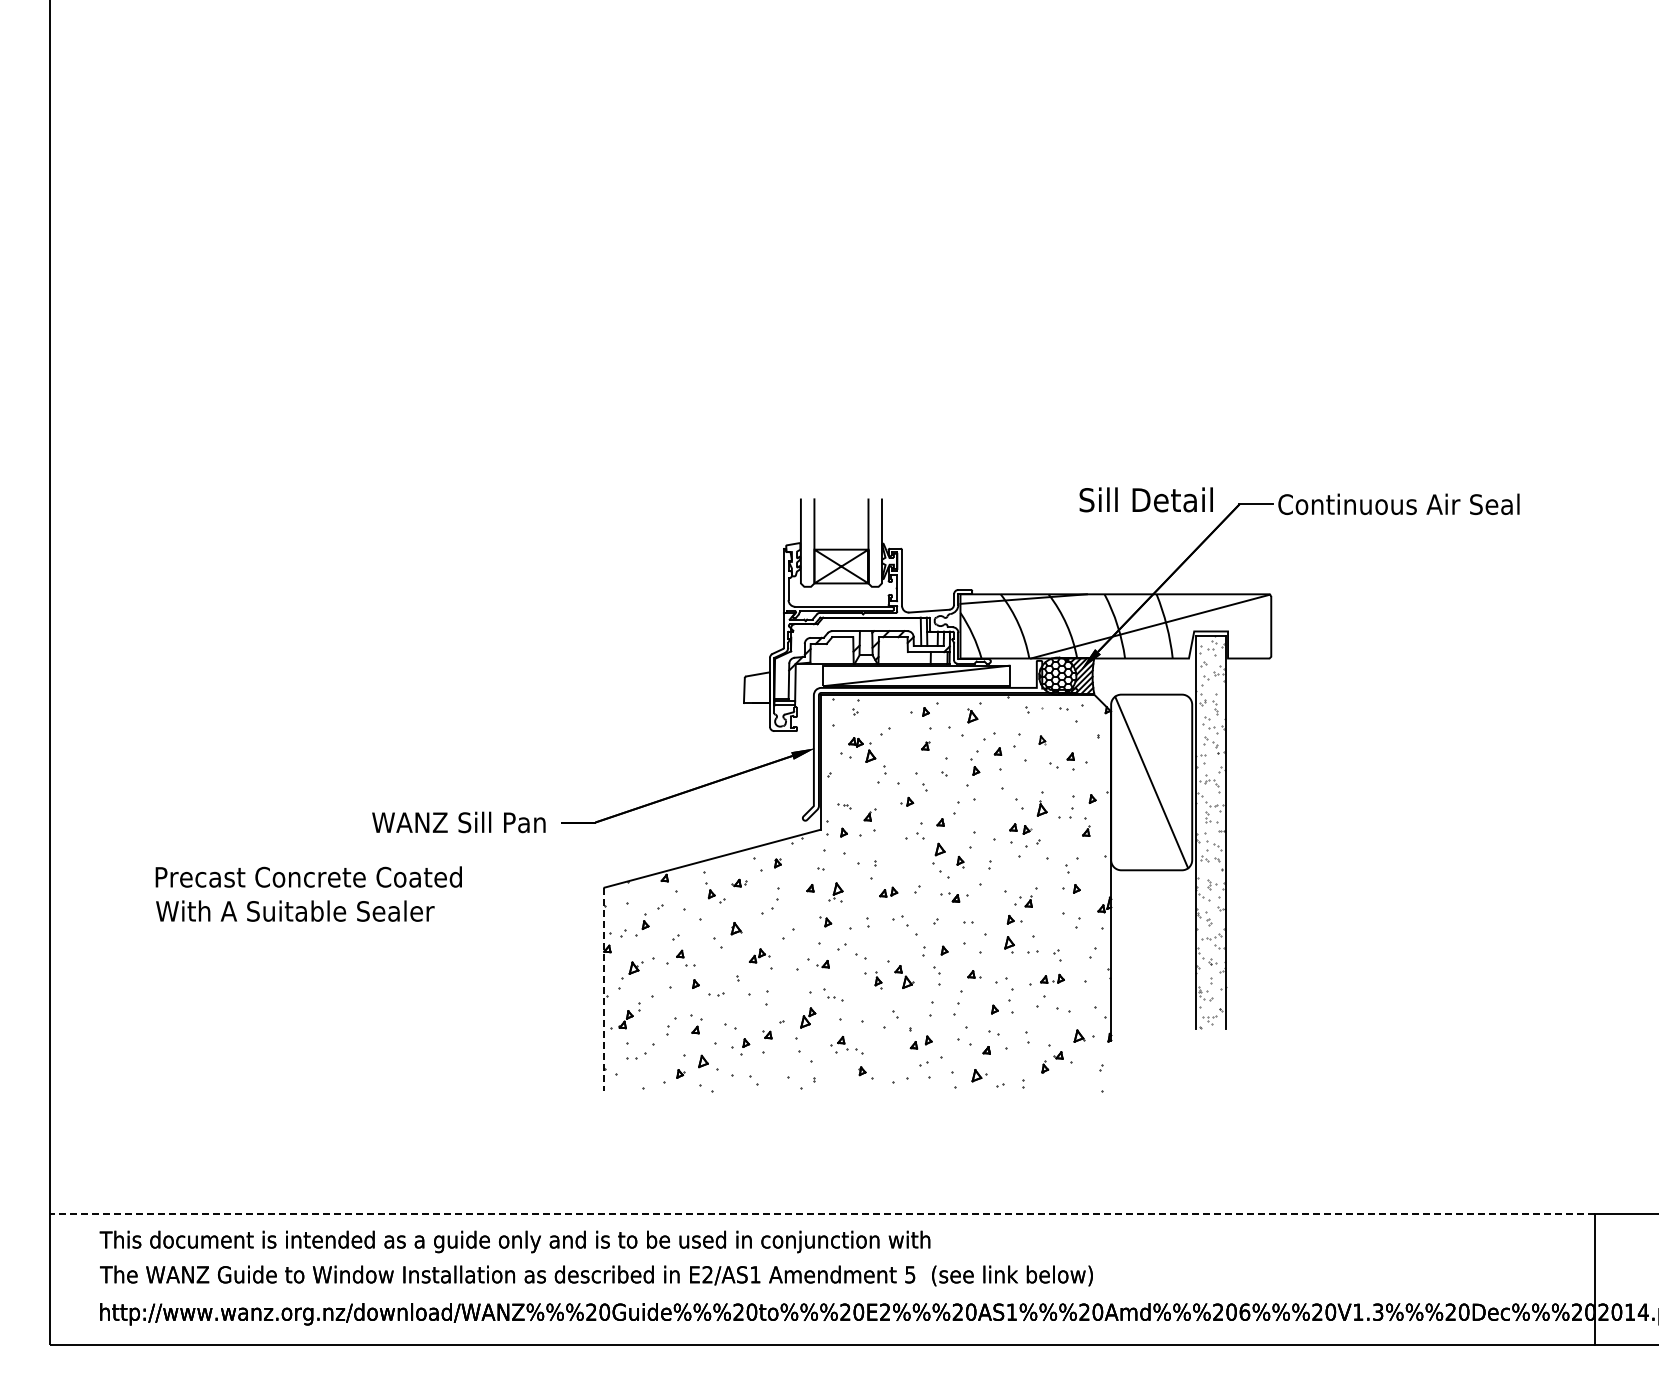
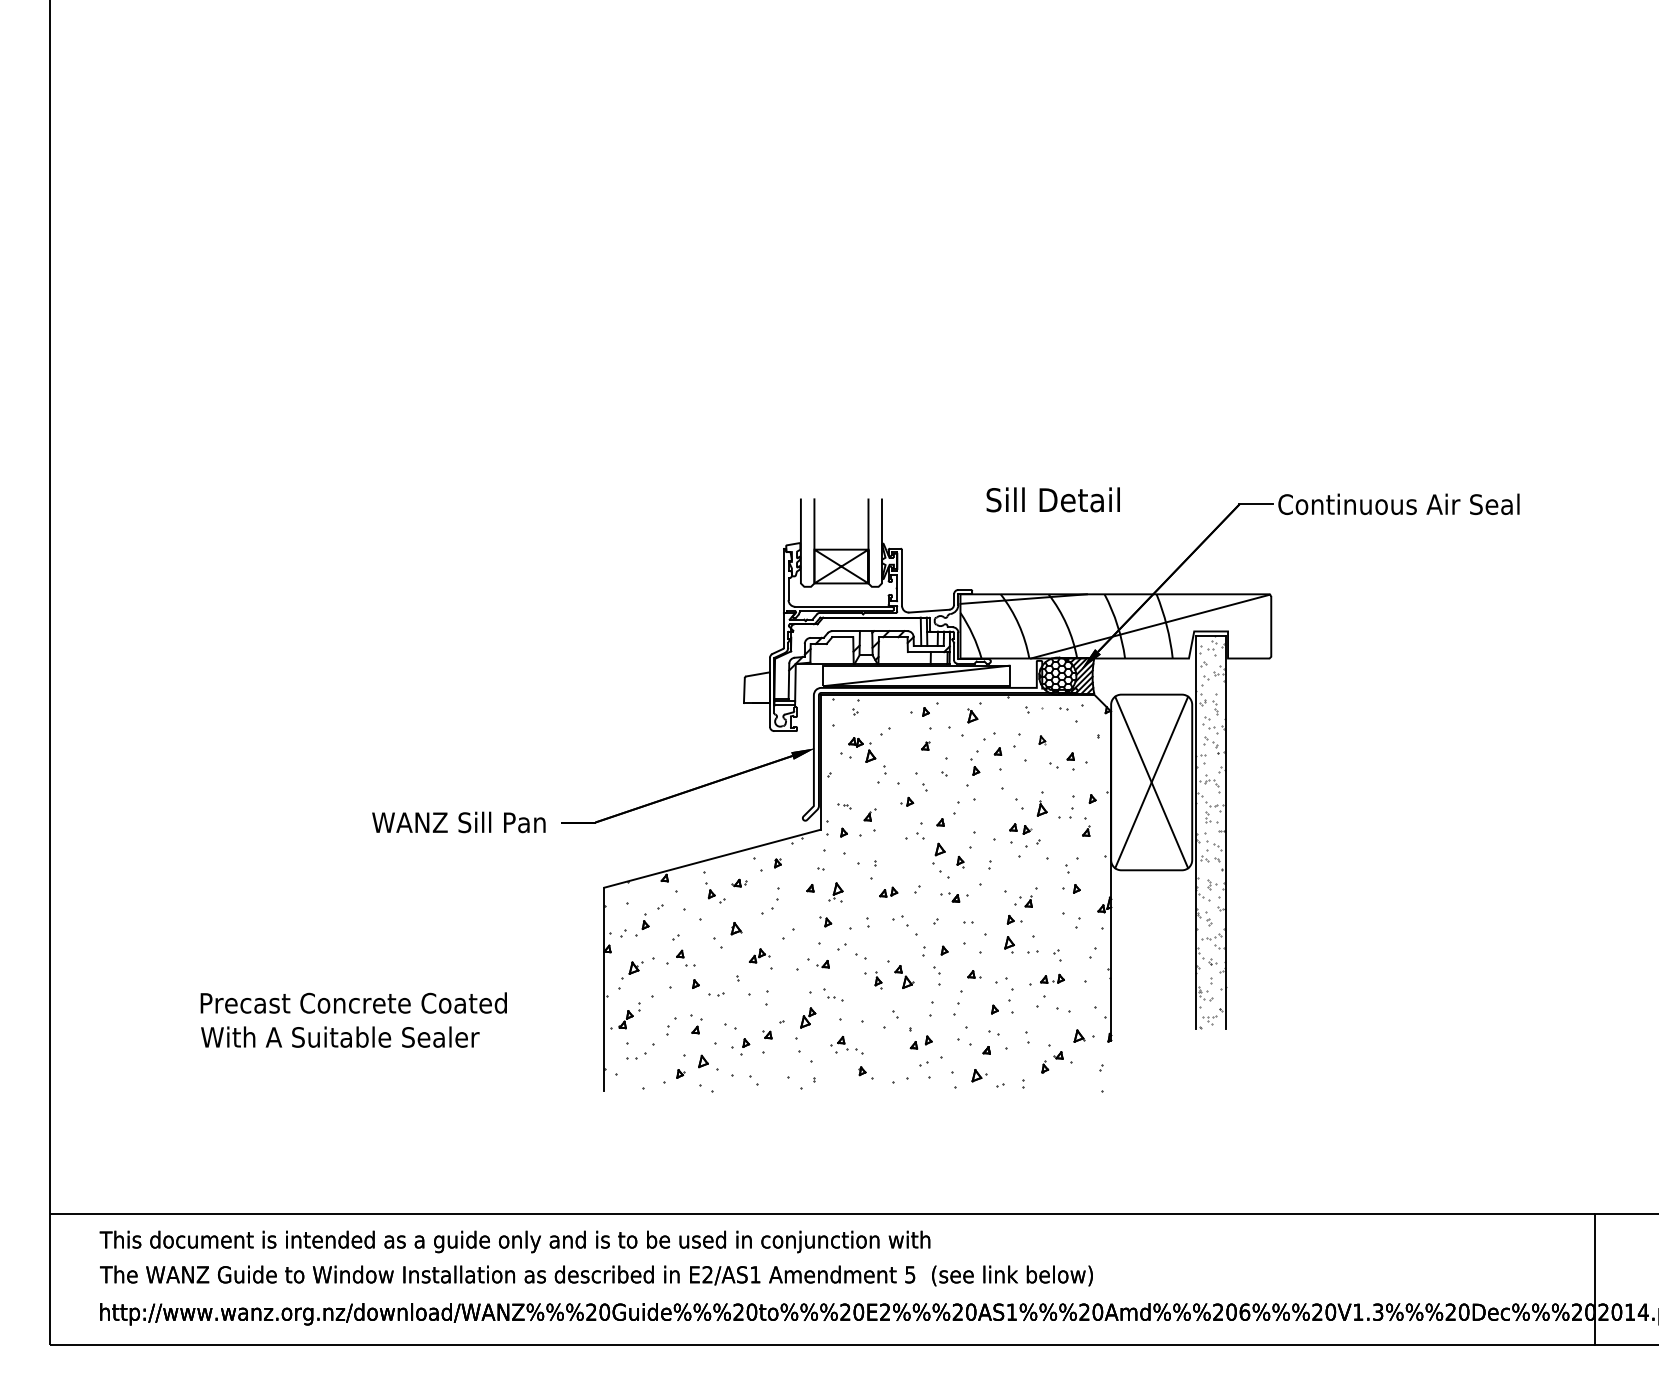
text at (1145, 499) position: (1145, 499) -> (1052, 499)
line at (1151, 782): none -> present
text at (308, 893) position: (308, 893) -> (353, 1019)
line at (604, 989): dashed -> solid
line at (822, 1214): dashed -> solid
